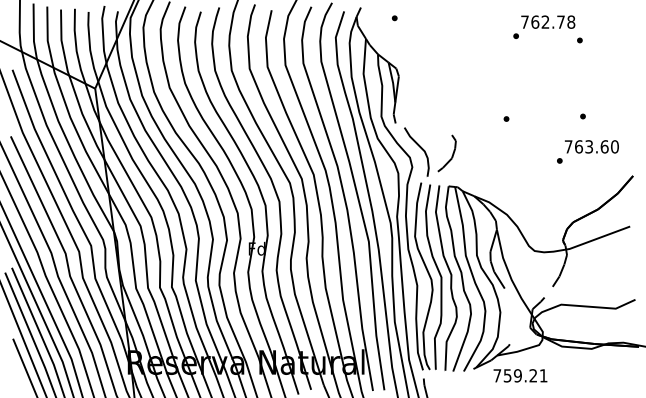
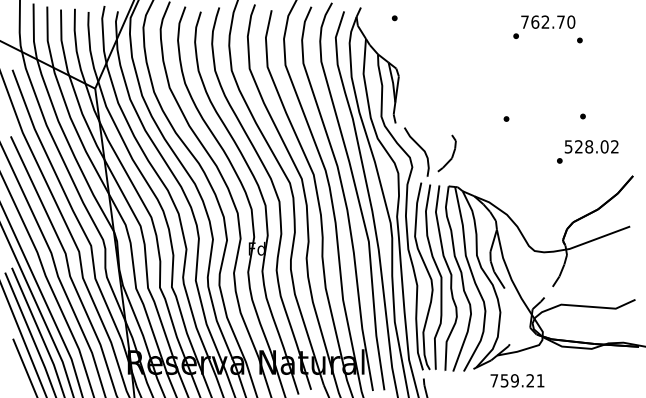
text at (571, 21): 762.78 -> 762.70
text at (591, 146): 763.60 -> 528.02
text at (520, 375) position: (520, 375) -> (517, 380)
